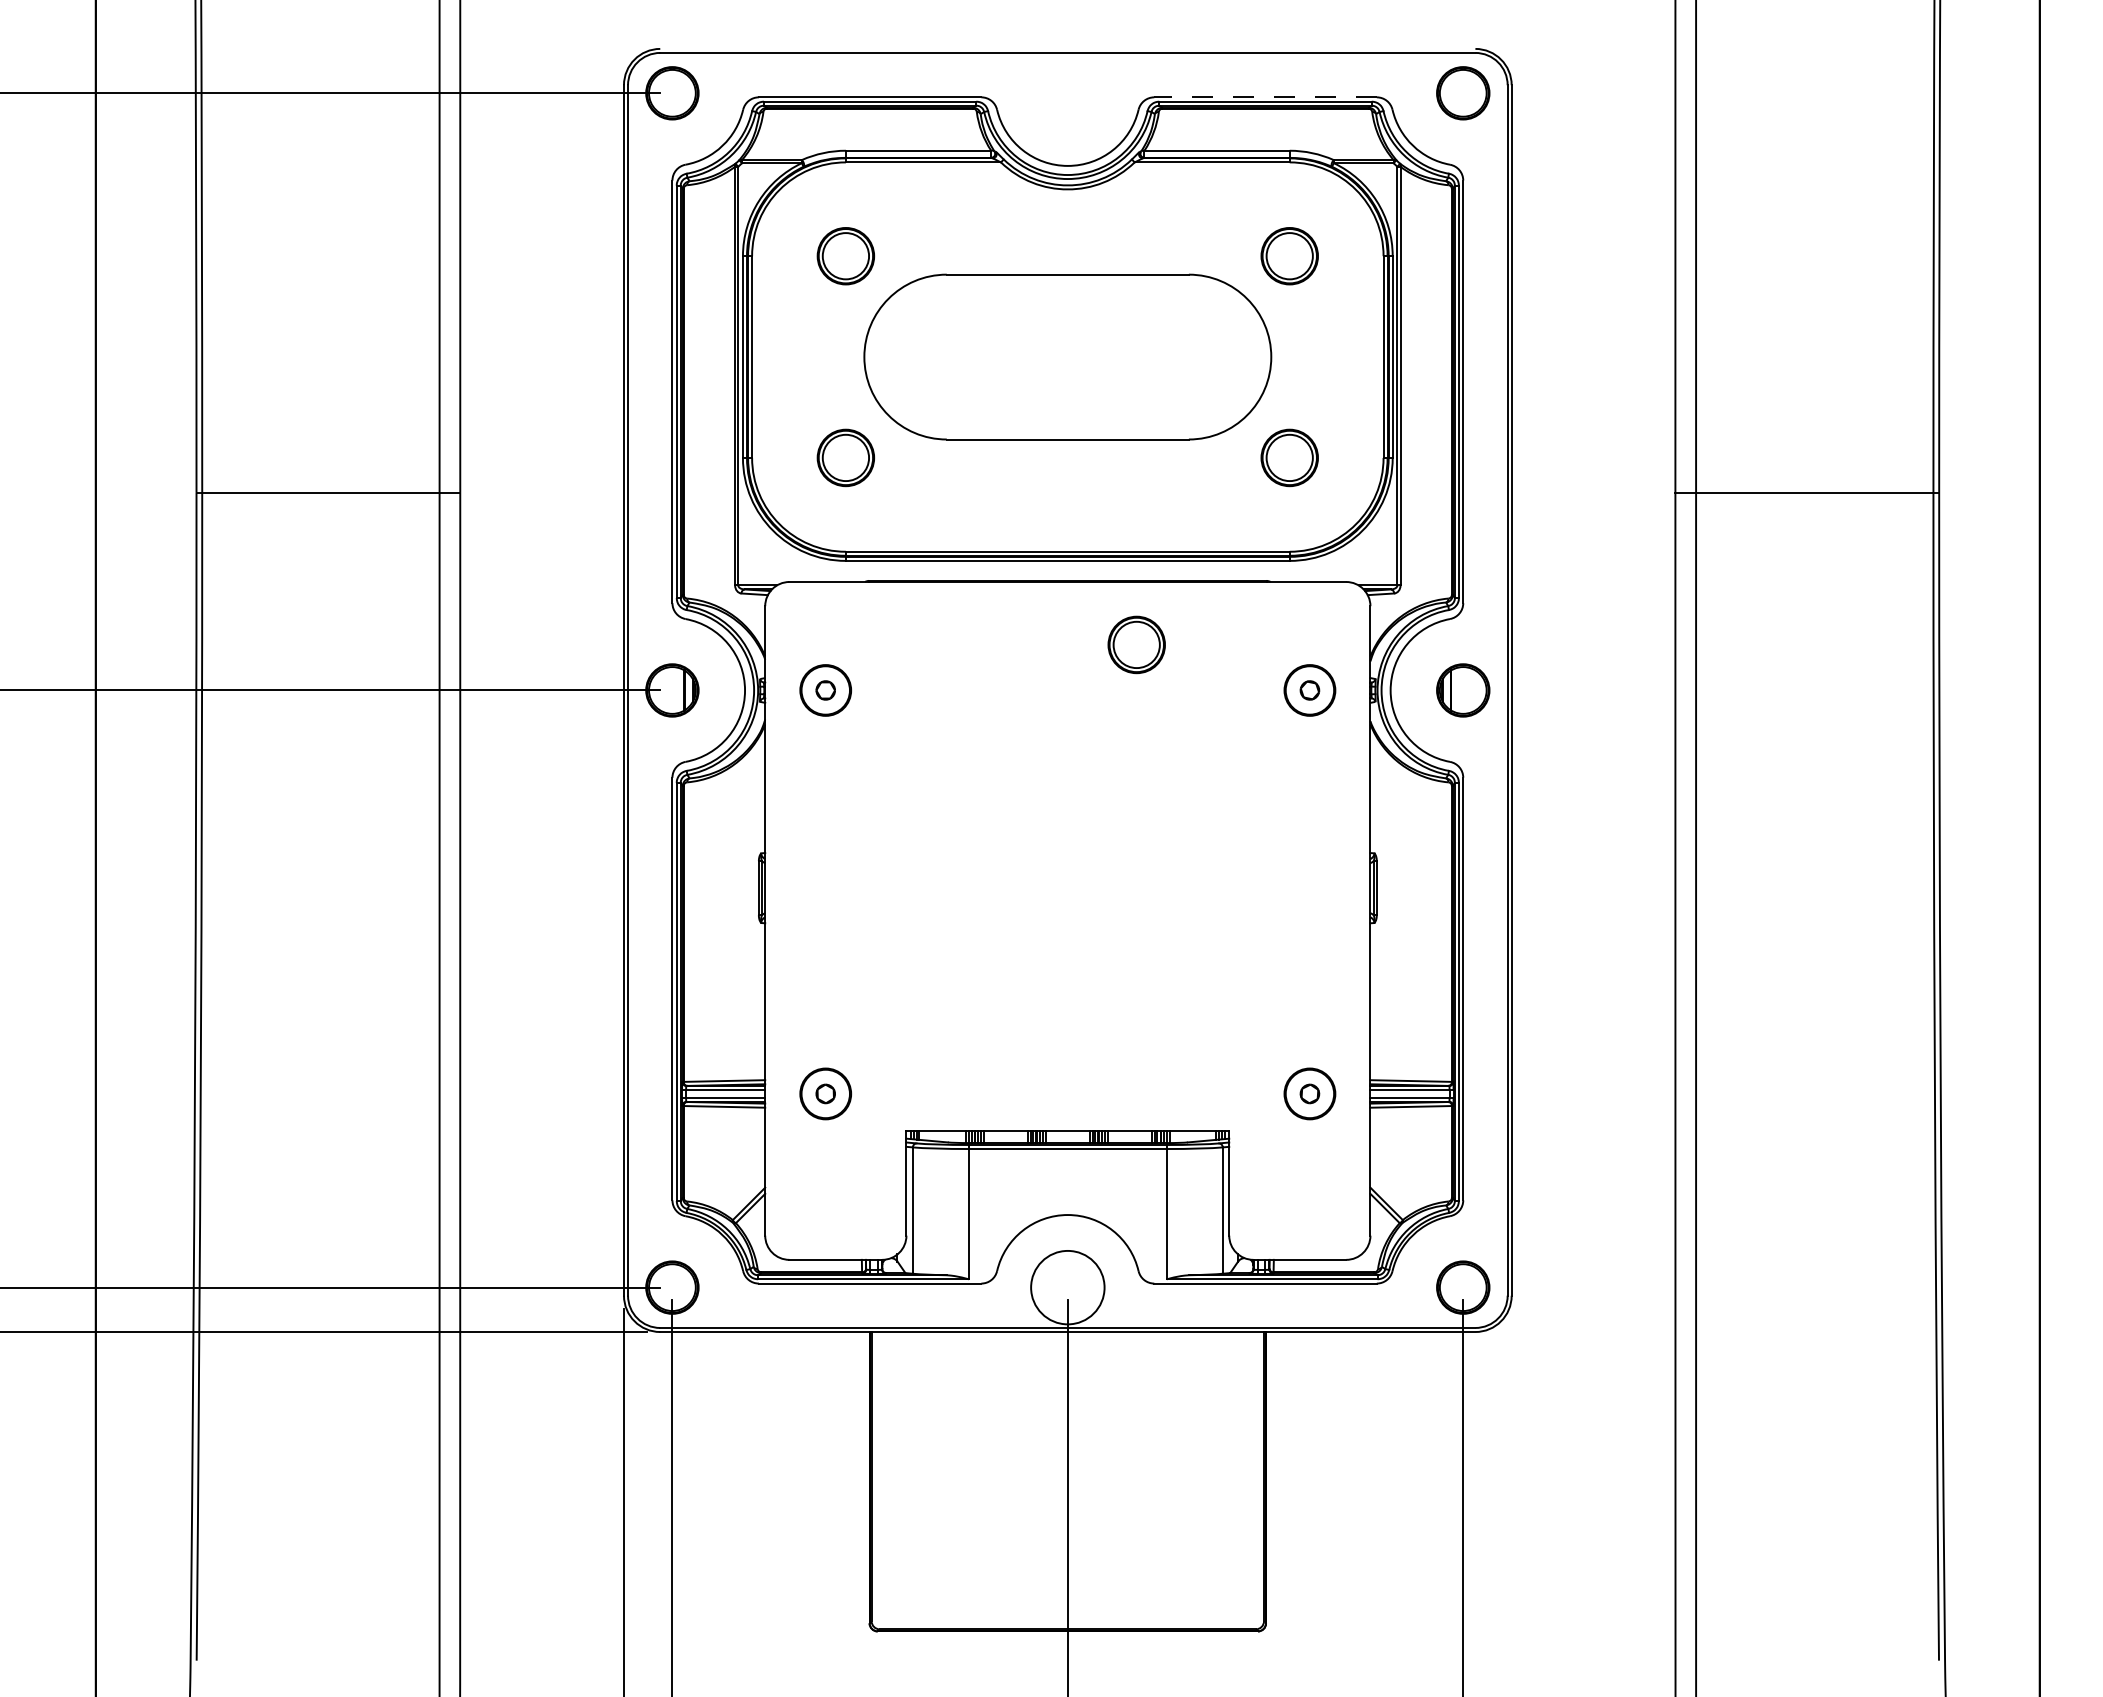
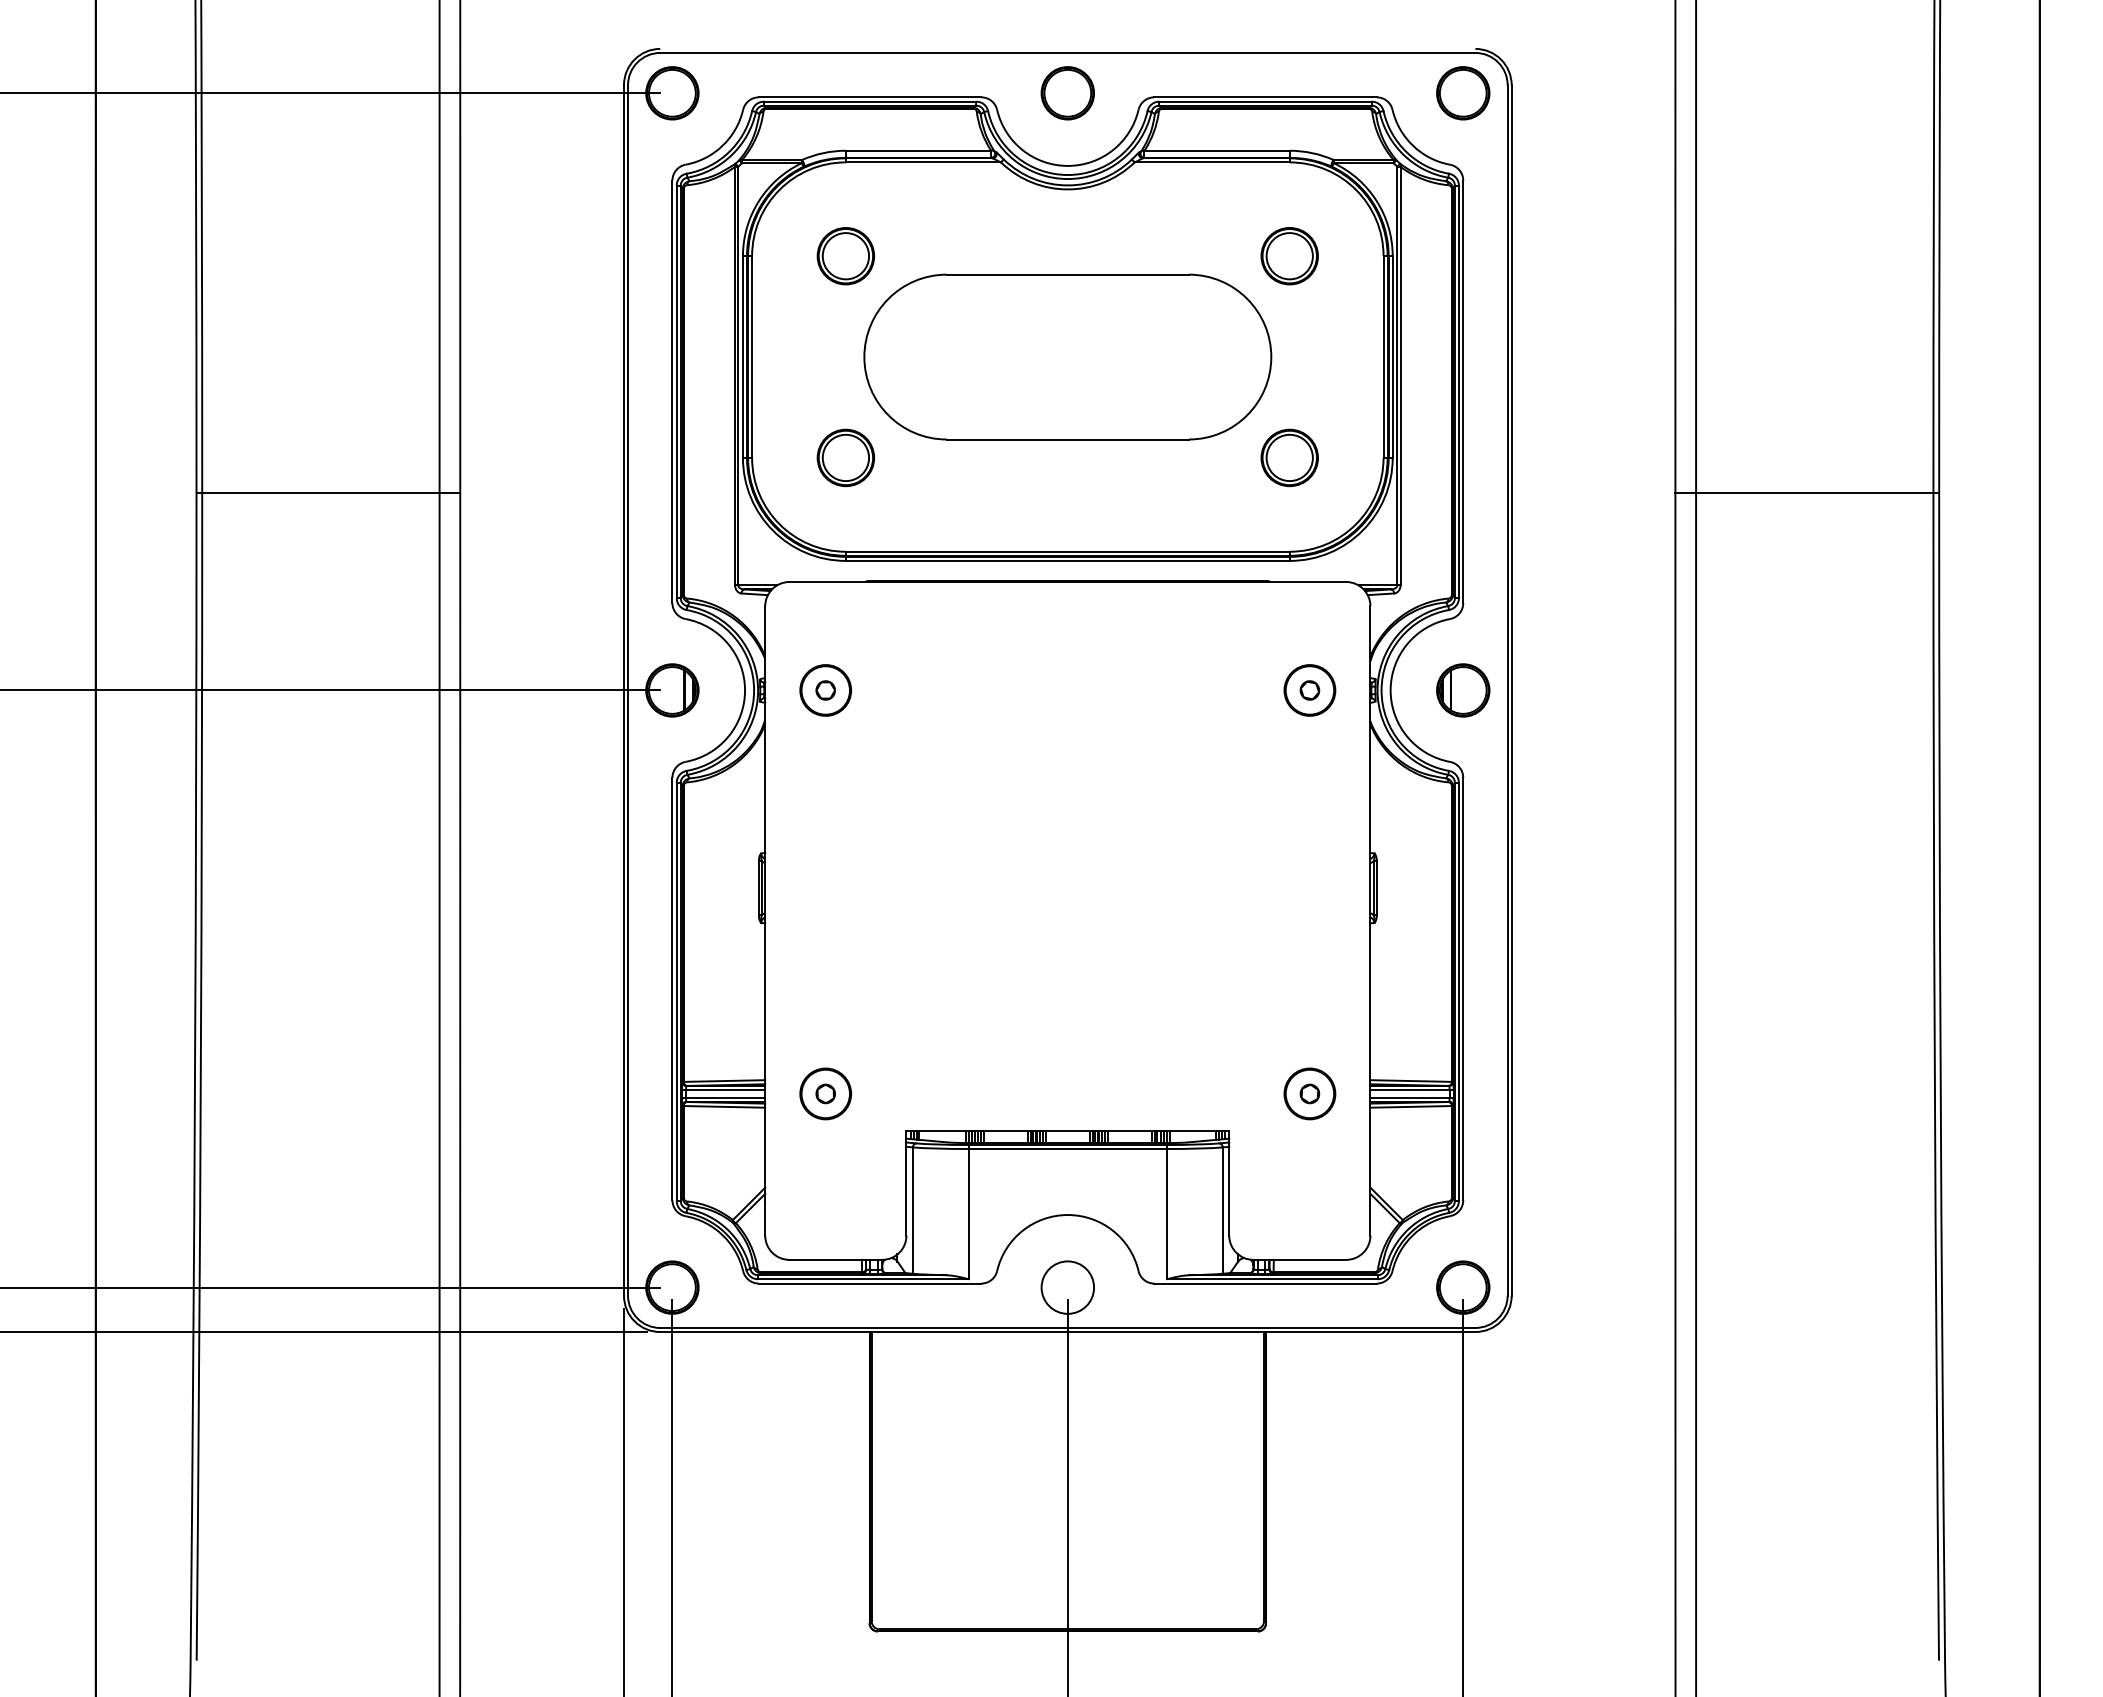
part at (1067, 93): none -> present
line at (1265, 97): dashed -> solid
part at (1136, 644): present -> none
circle at (1067, 1287) diameter: 73 px -> 52 px
